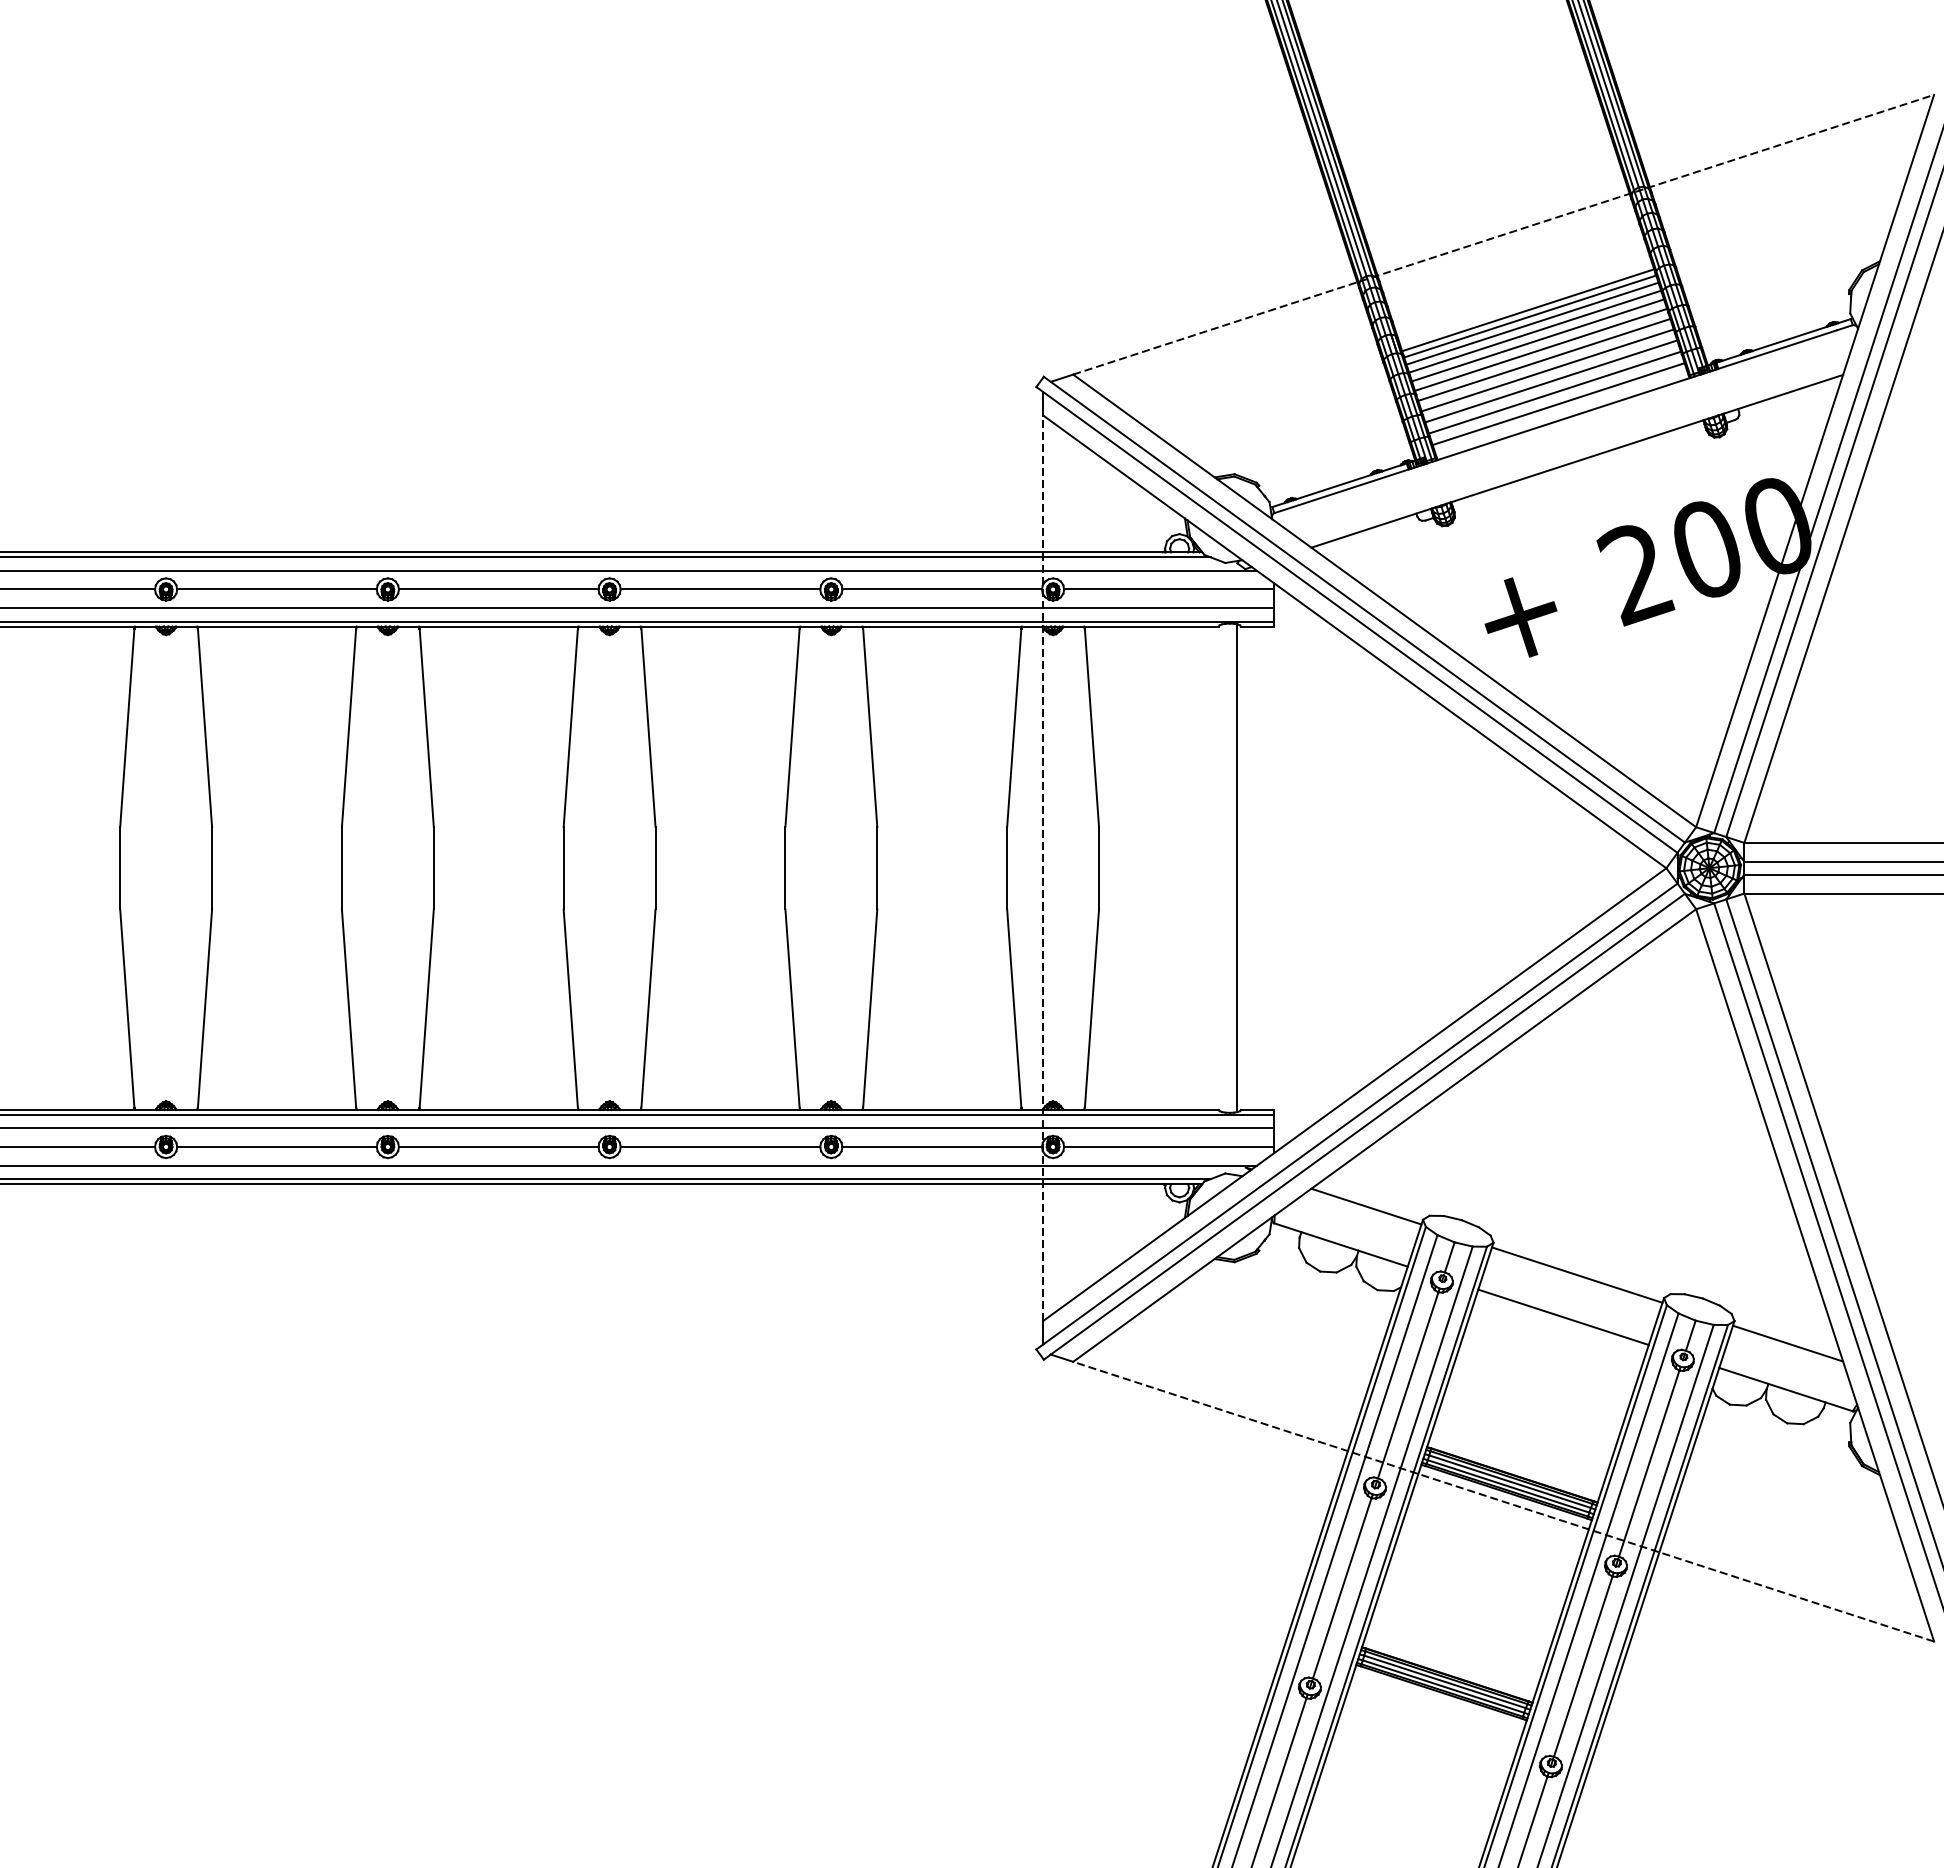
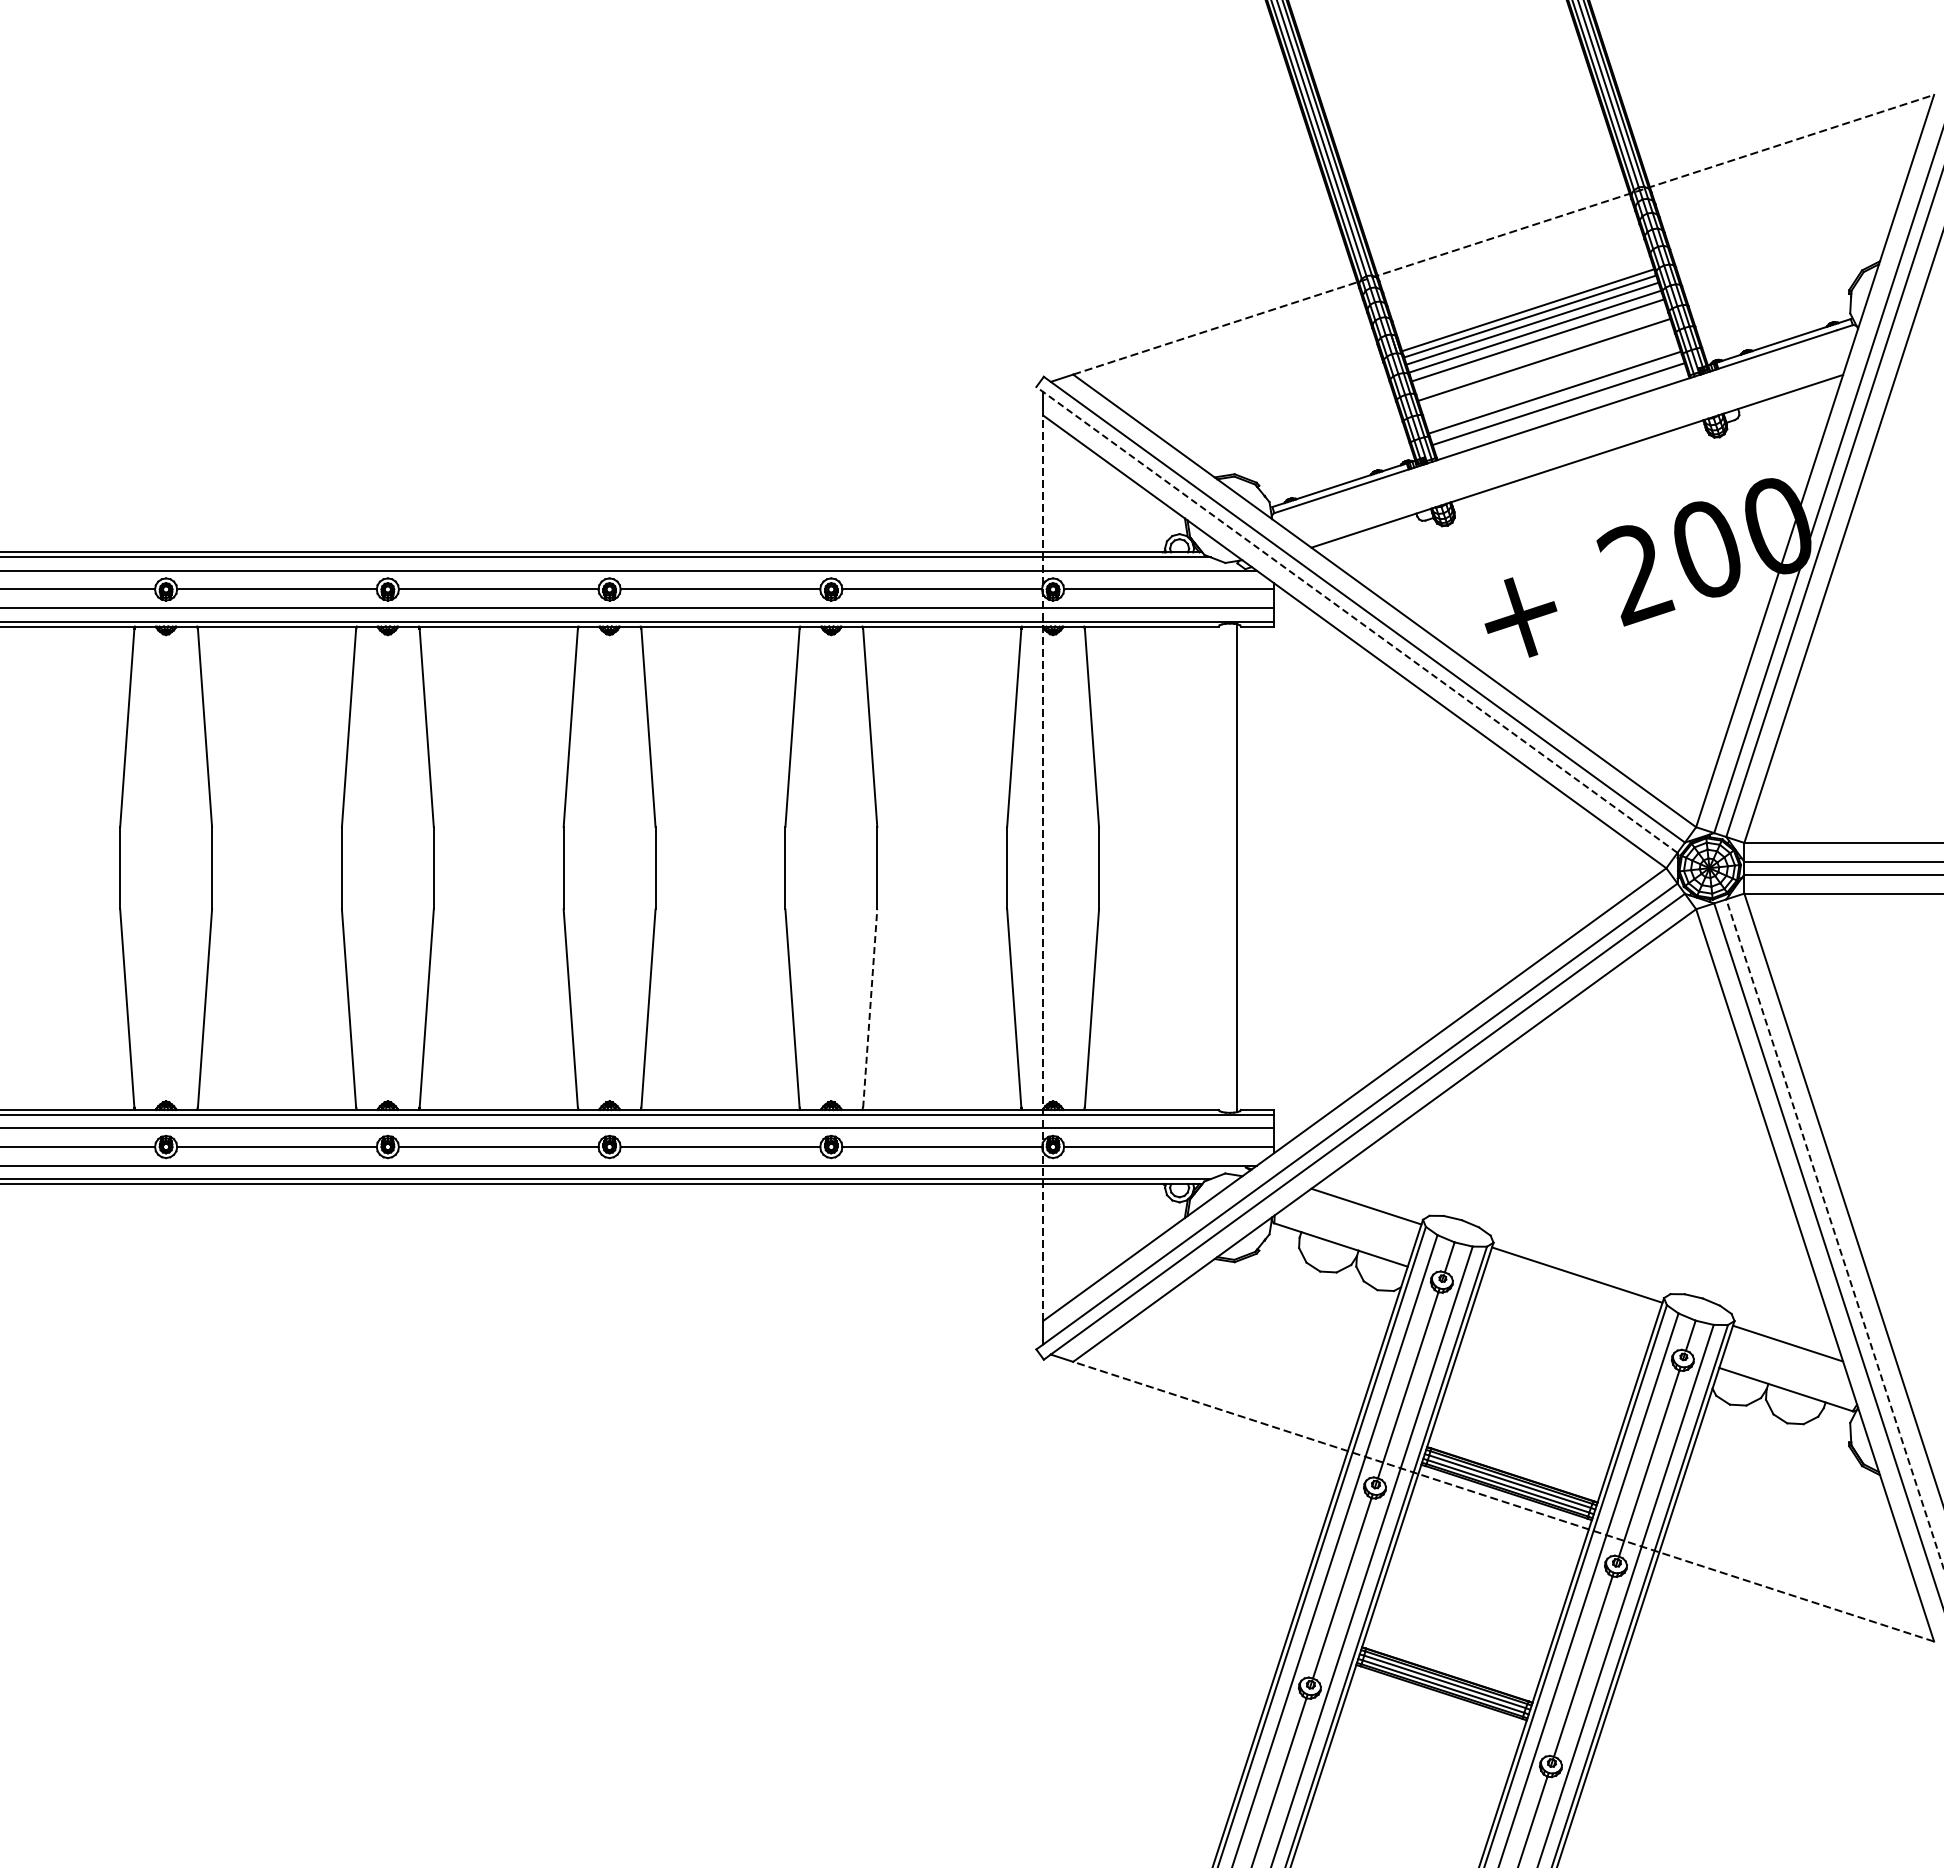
line at (1541, 349): present -> none
line at (1547, 370): present -> none
line at (1551, 381): present -> none
line at (1356, 619): solid -> dashed
line at (870, 1008): solid -> dashed
line at (1834, 1233): solid -> dashed
line at (1563, 1317): present -> none
